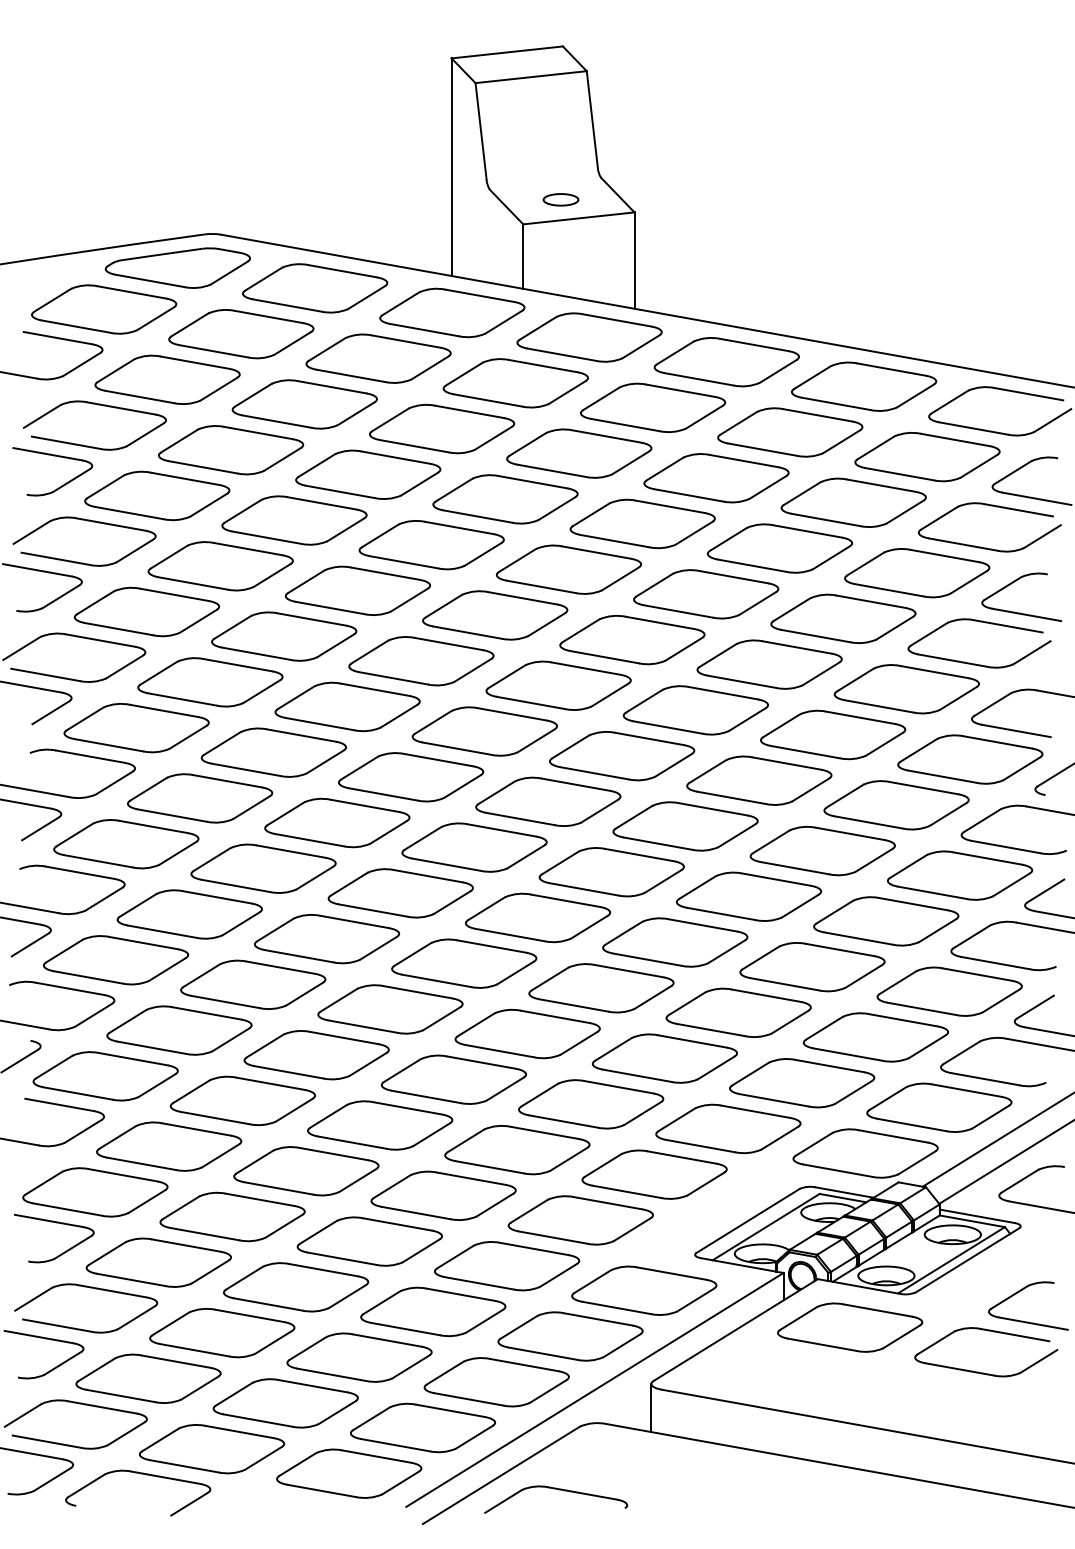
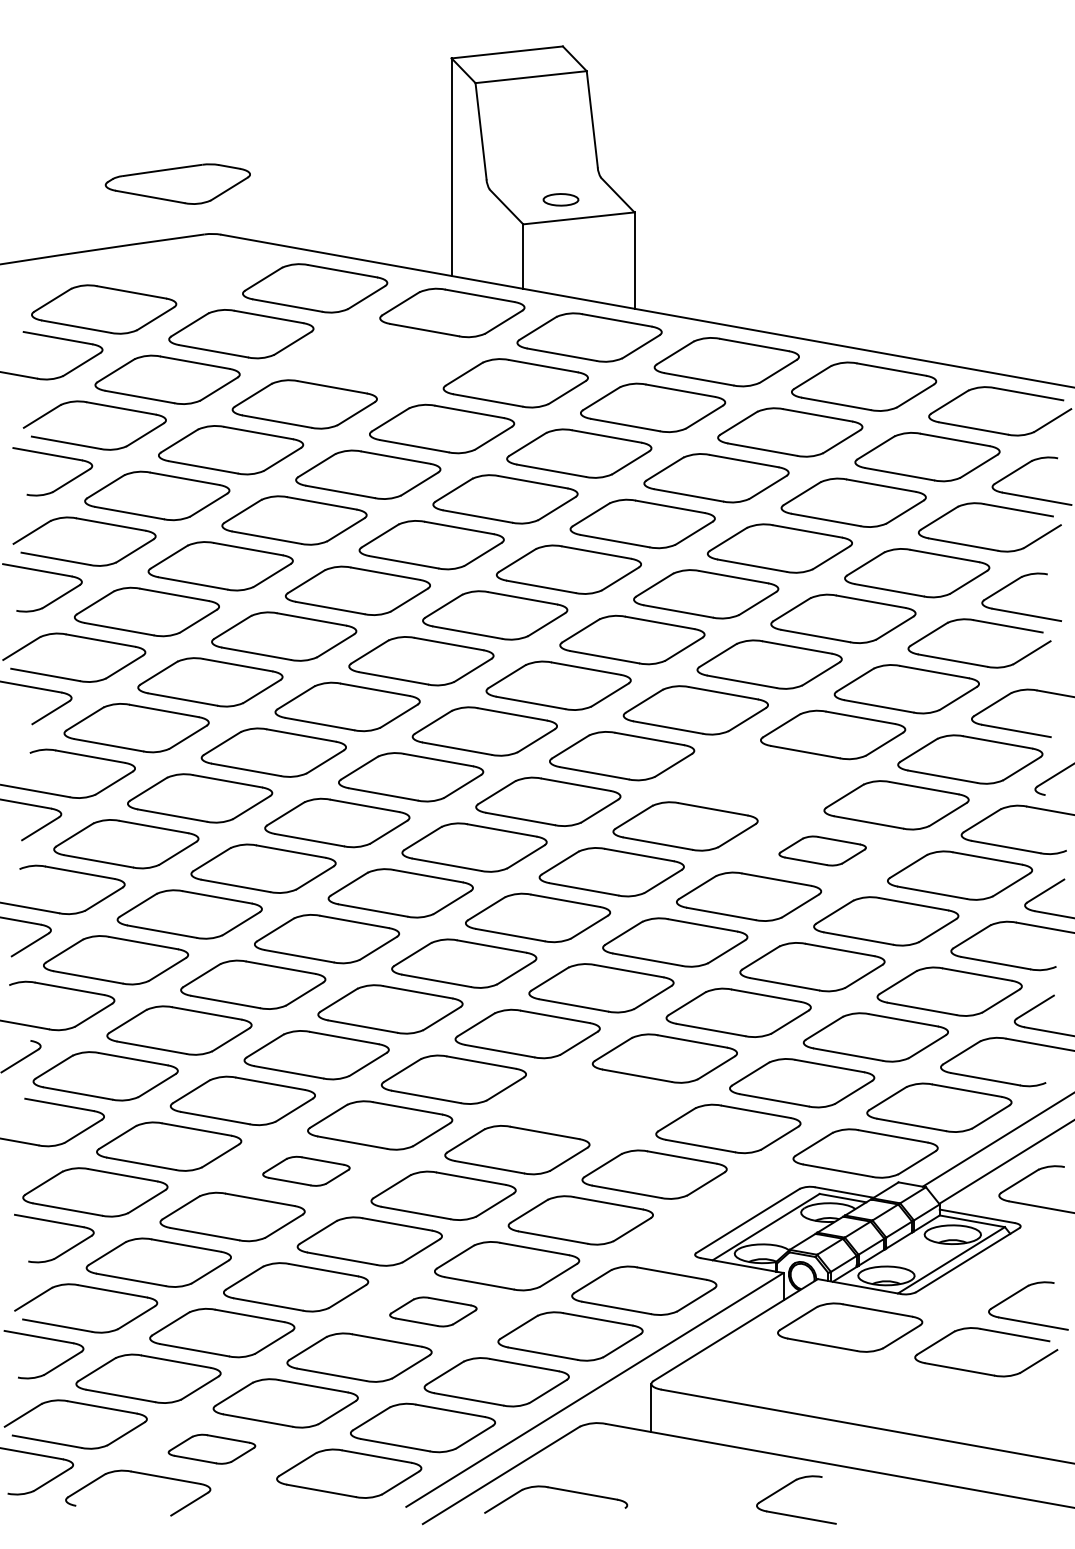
part at (177, 267) position: (177, 267) -> (177, 183)
part at (378, 358): present -> none
part at (759, 780): present -> none
part at (822, 850) size: 147x52 px -> 89x32 px
part at (591, 1104): present -> none
part at (306, 1171) size: 147x51 px -> 89x32 px
part at (433, 1311) size: 147x52 px -> 89x32 px
part at (211, 1449) size: 146x51 px -> 90x32 px
part at (789, 1485): none -> present
